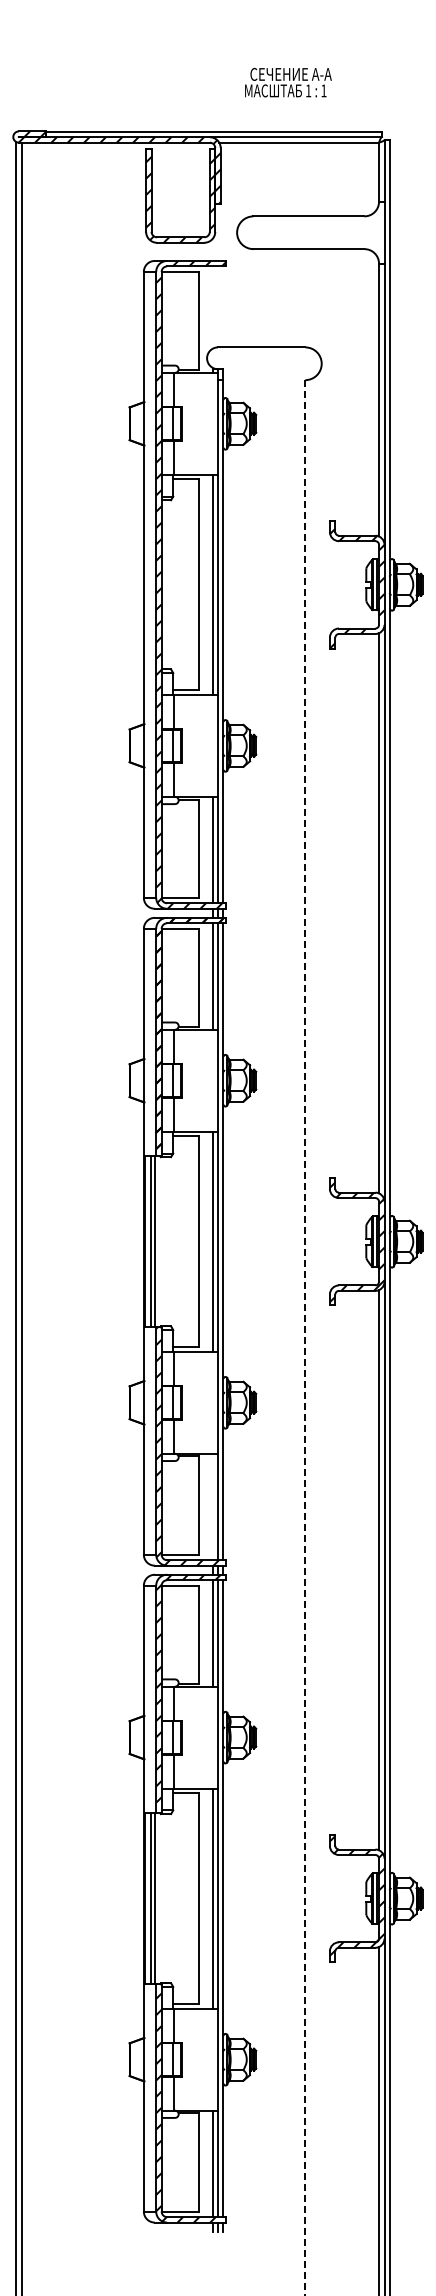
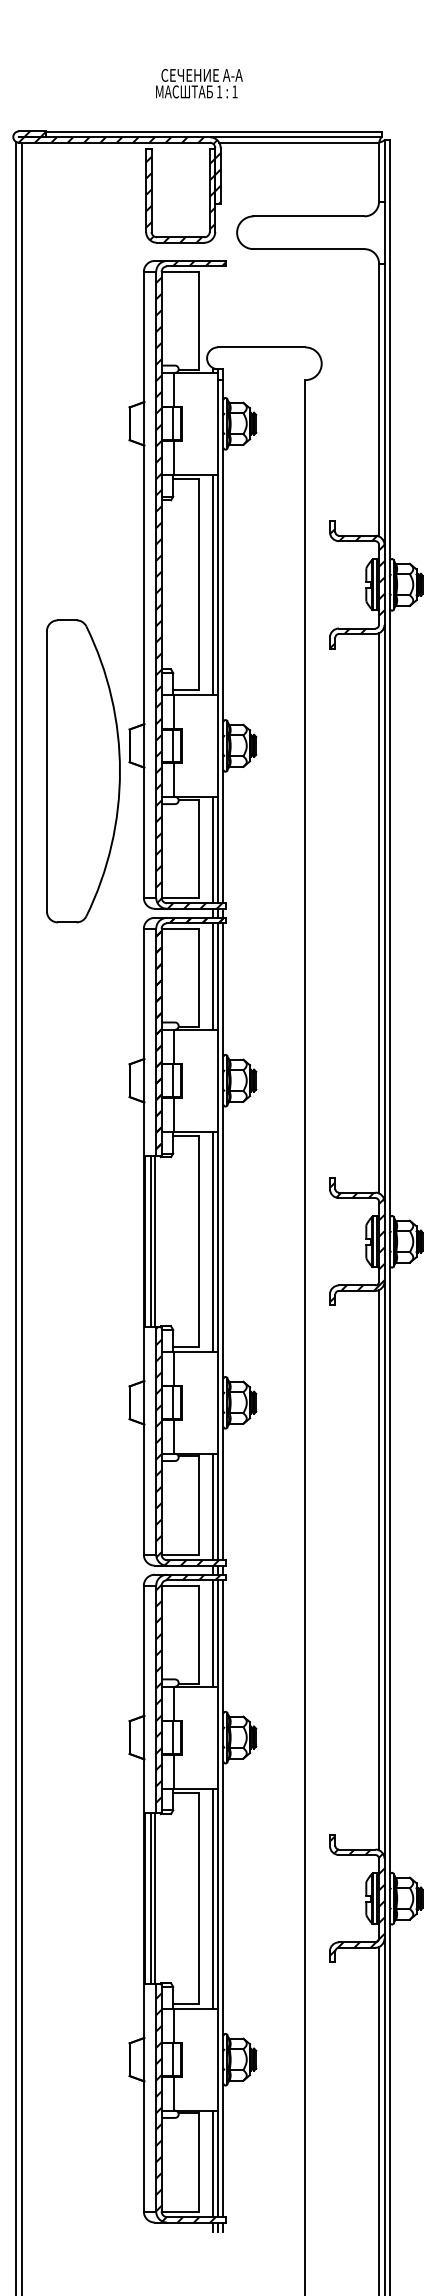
text at (288, 82) position: (288, 82) -> (199, 83)
part at (83, 771): none -> present
line at (305, 1338): dashed -> solid
line at (212, 1506): none -> present
